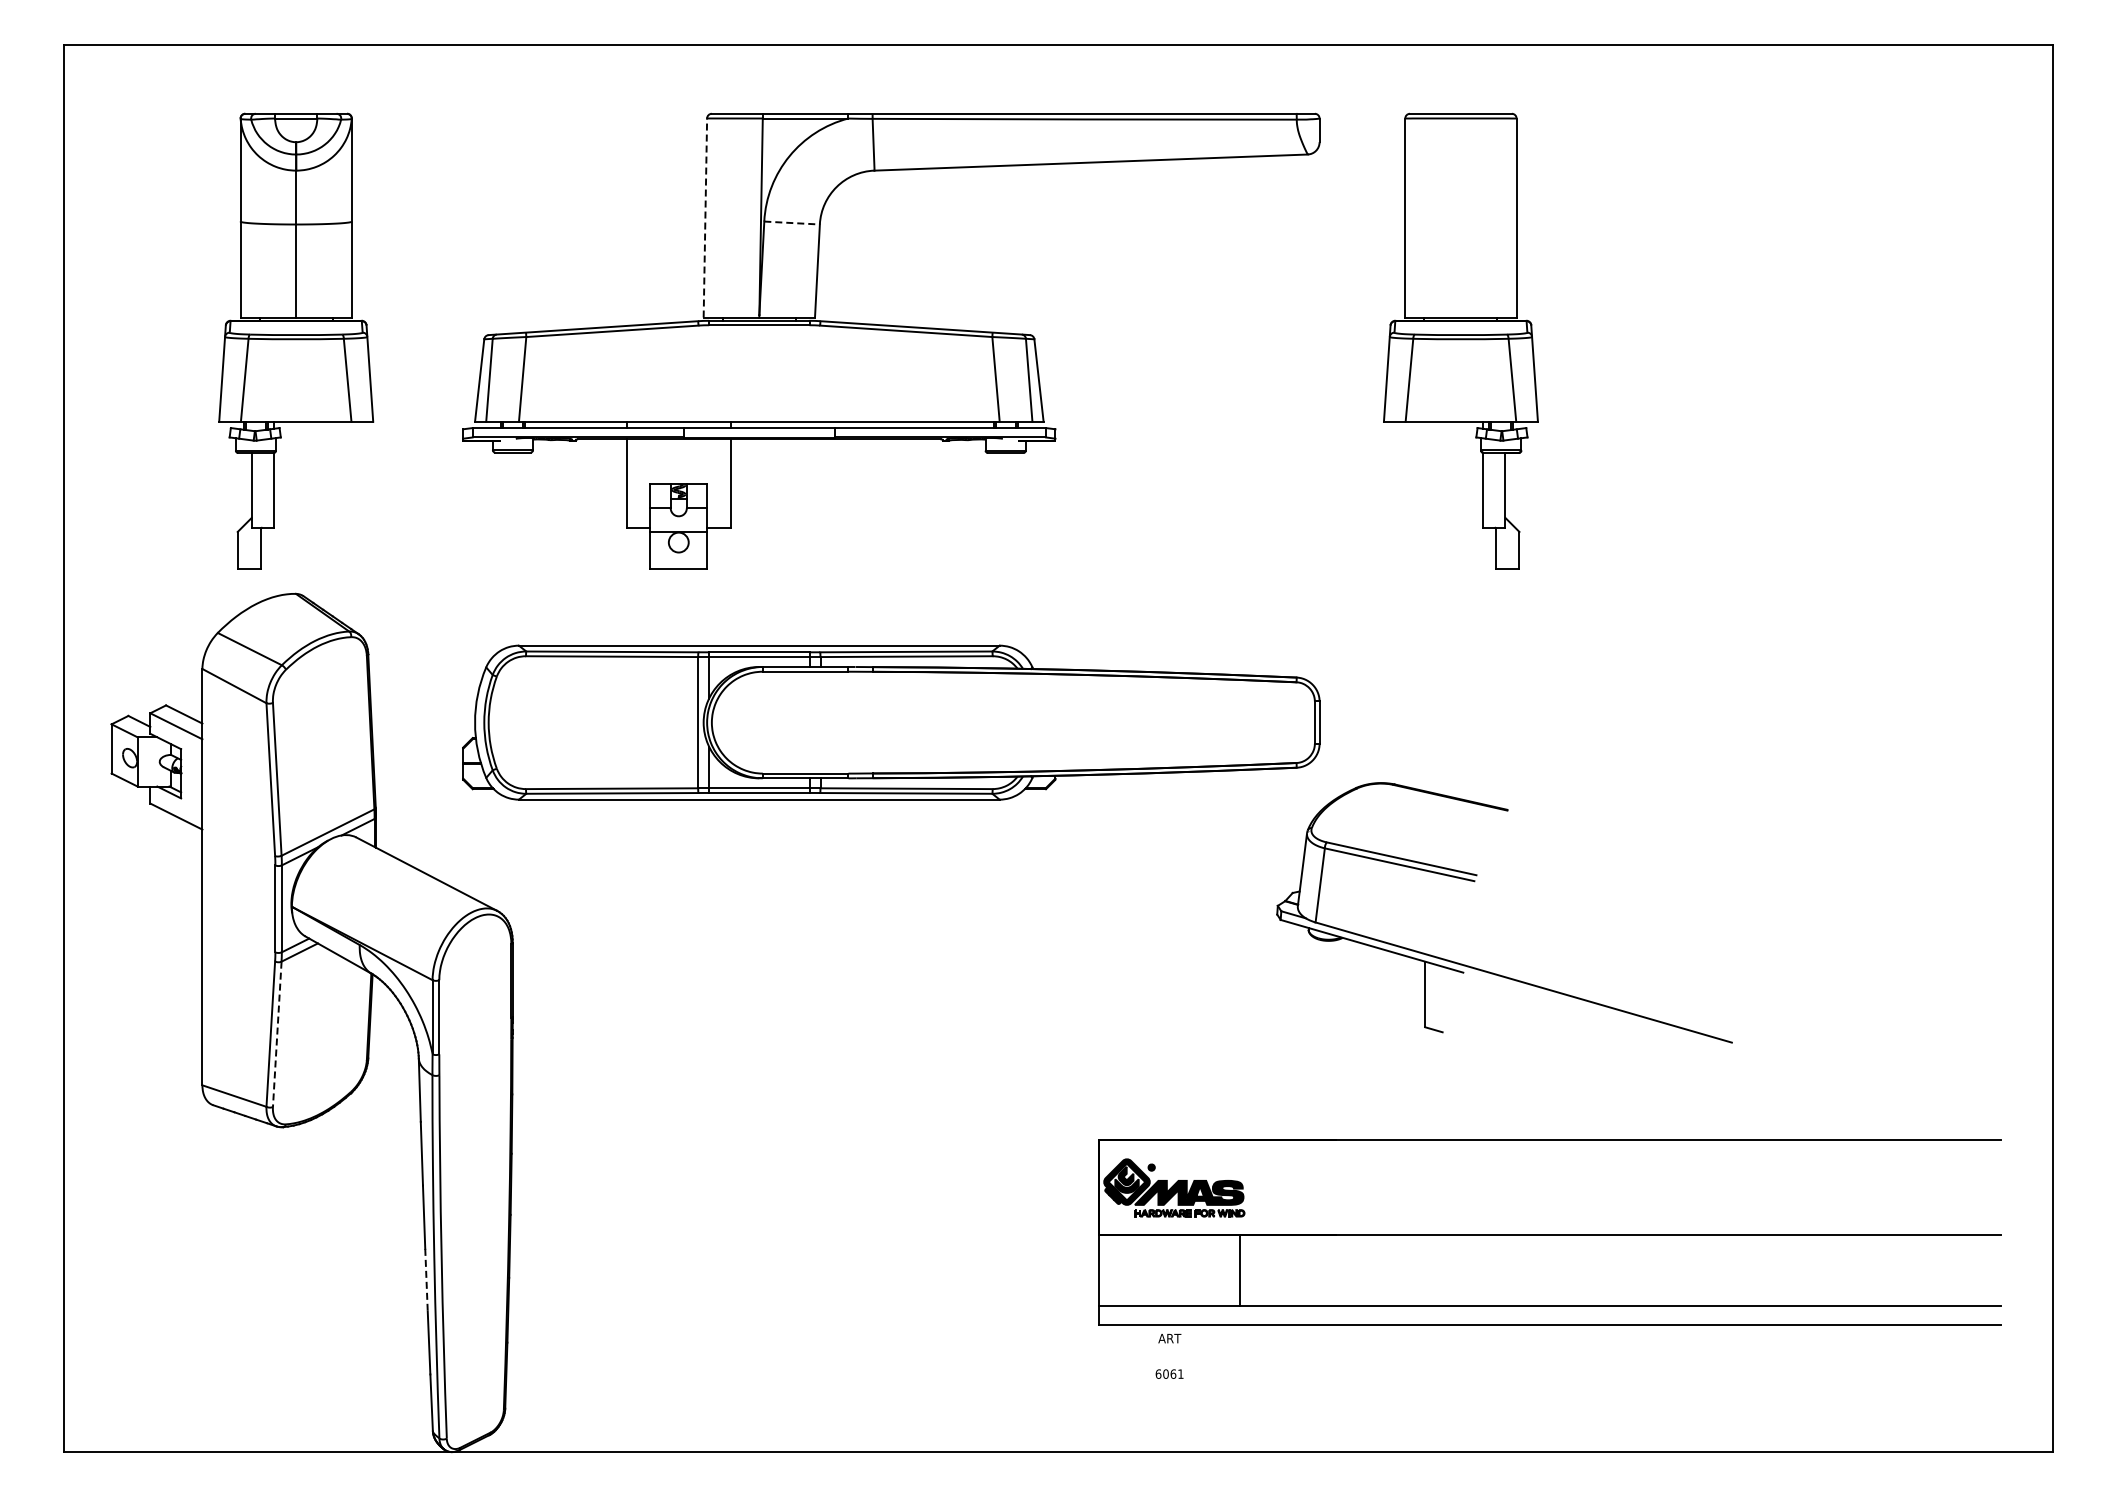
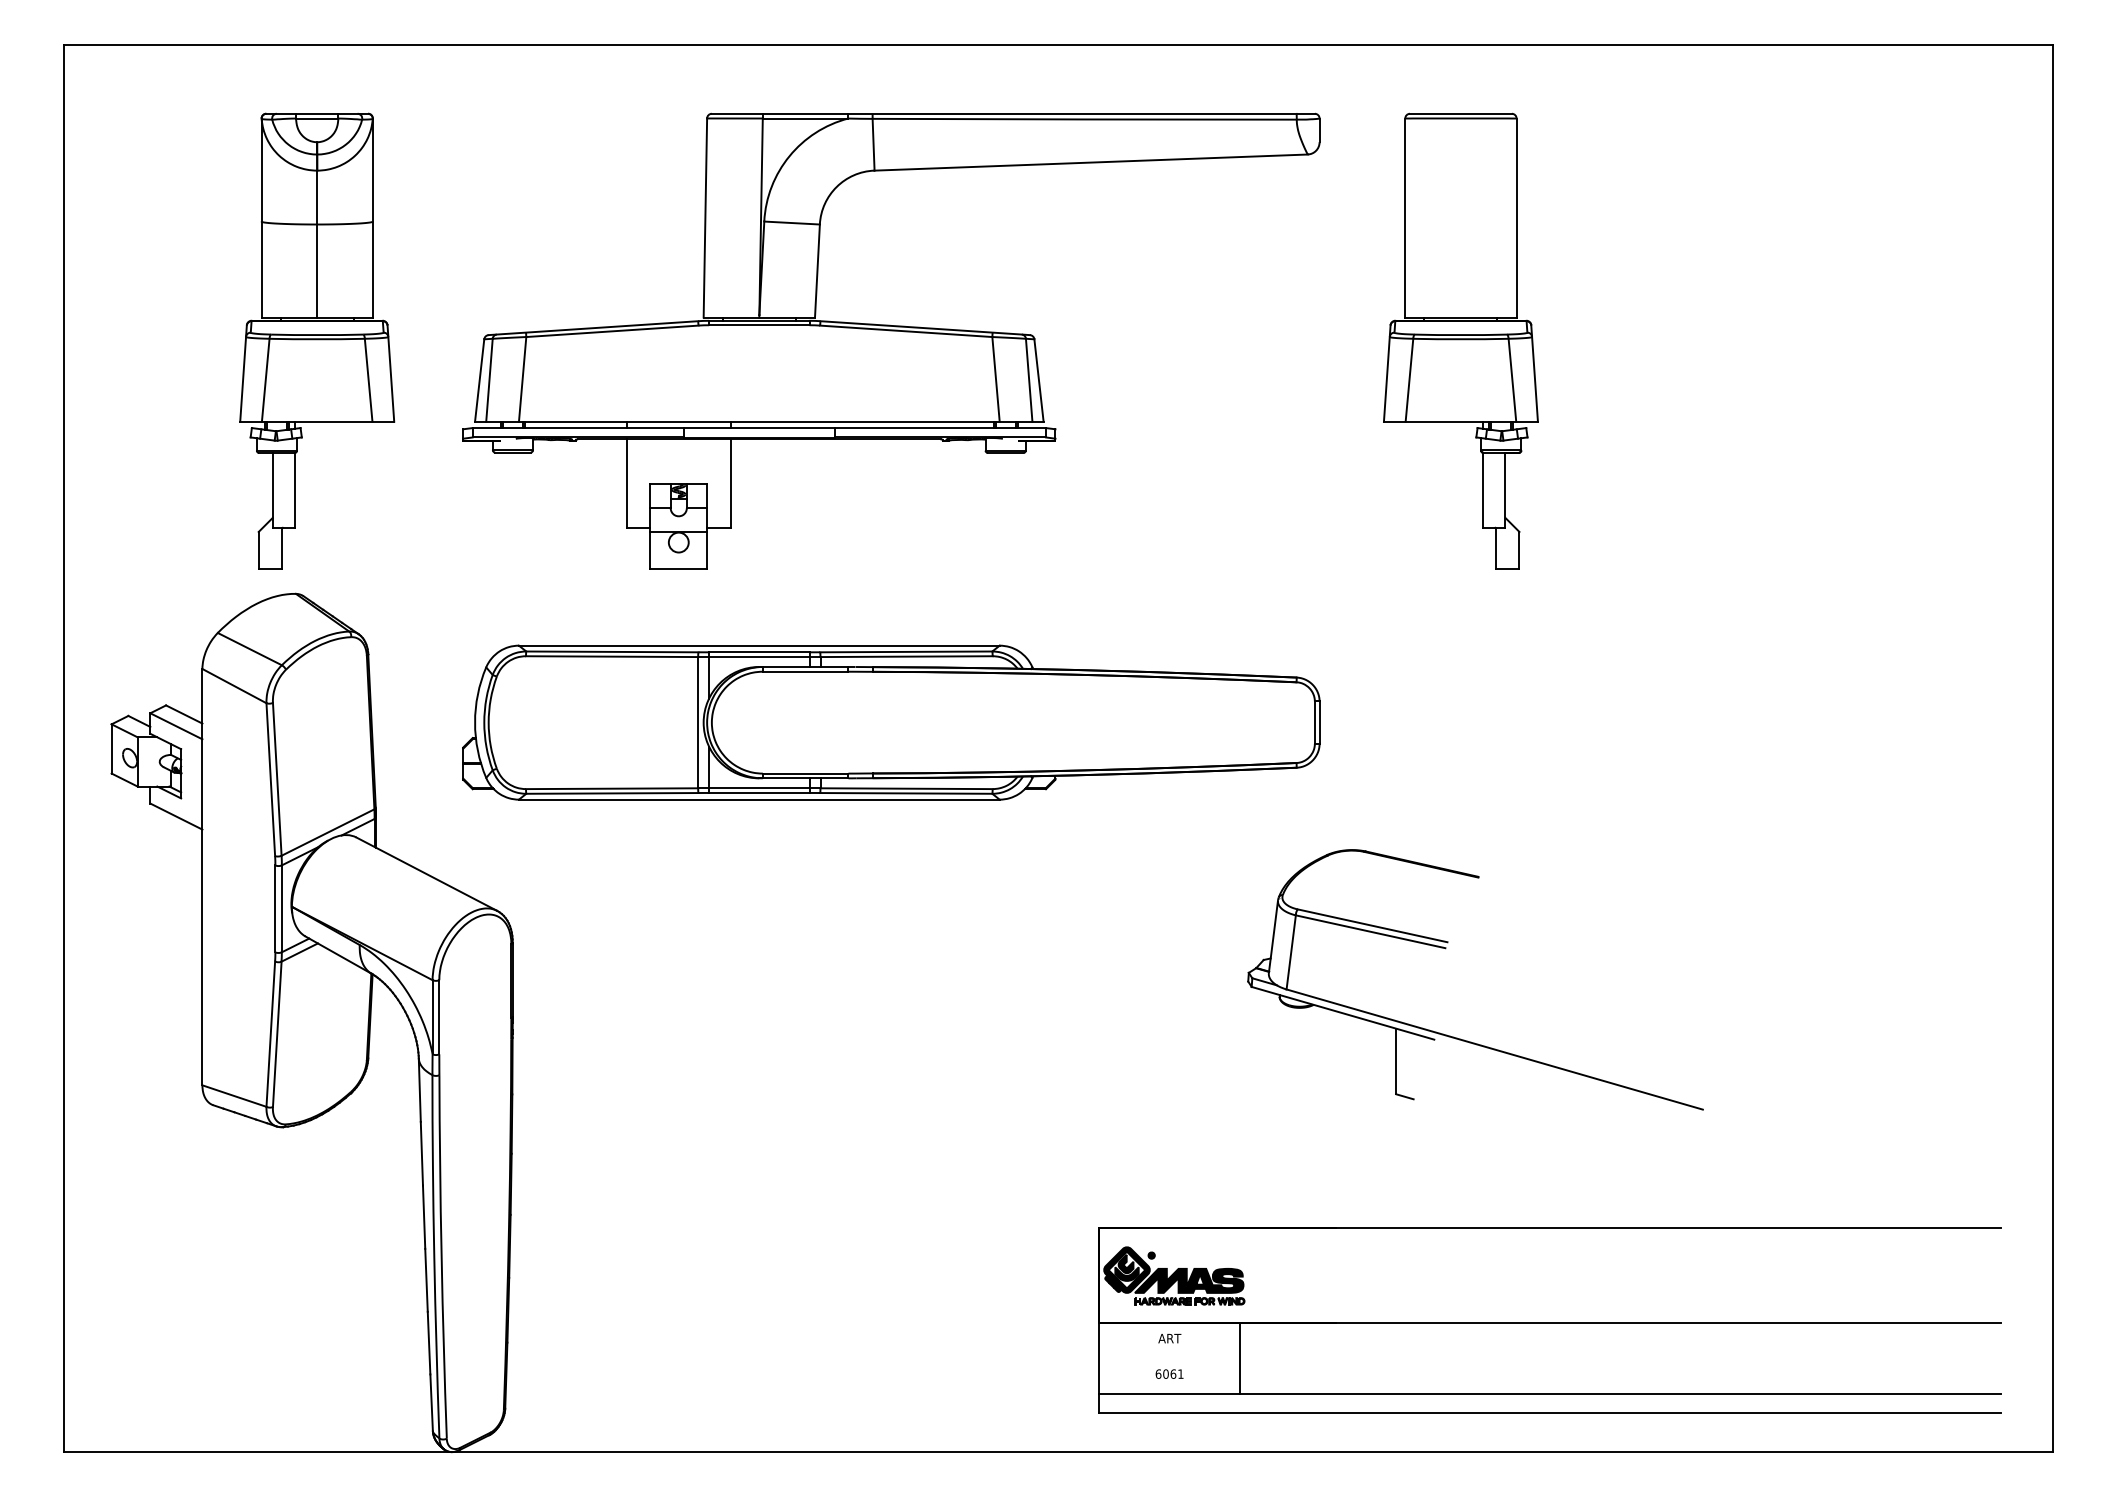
line at (705, 218): dashed -> solid
line at (792, 223): dashed -> solid
part at (296, 340) position: (296, 340) -> (317, 340)
part at (1474, 882) position: (1474, 882) -> (1445, 949)
line at (277, 1034): dashed -> solid
part at (1549, 1232) position: (1549, 1232) -> (1549, 1320)
line at (426, 1280): dashed -> solid
